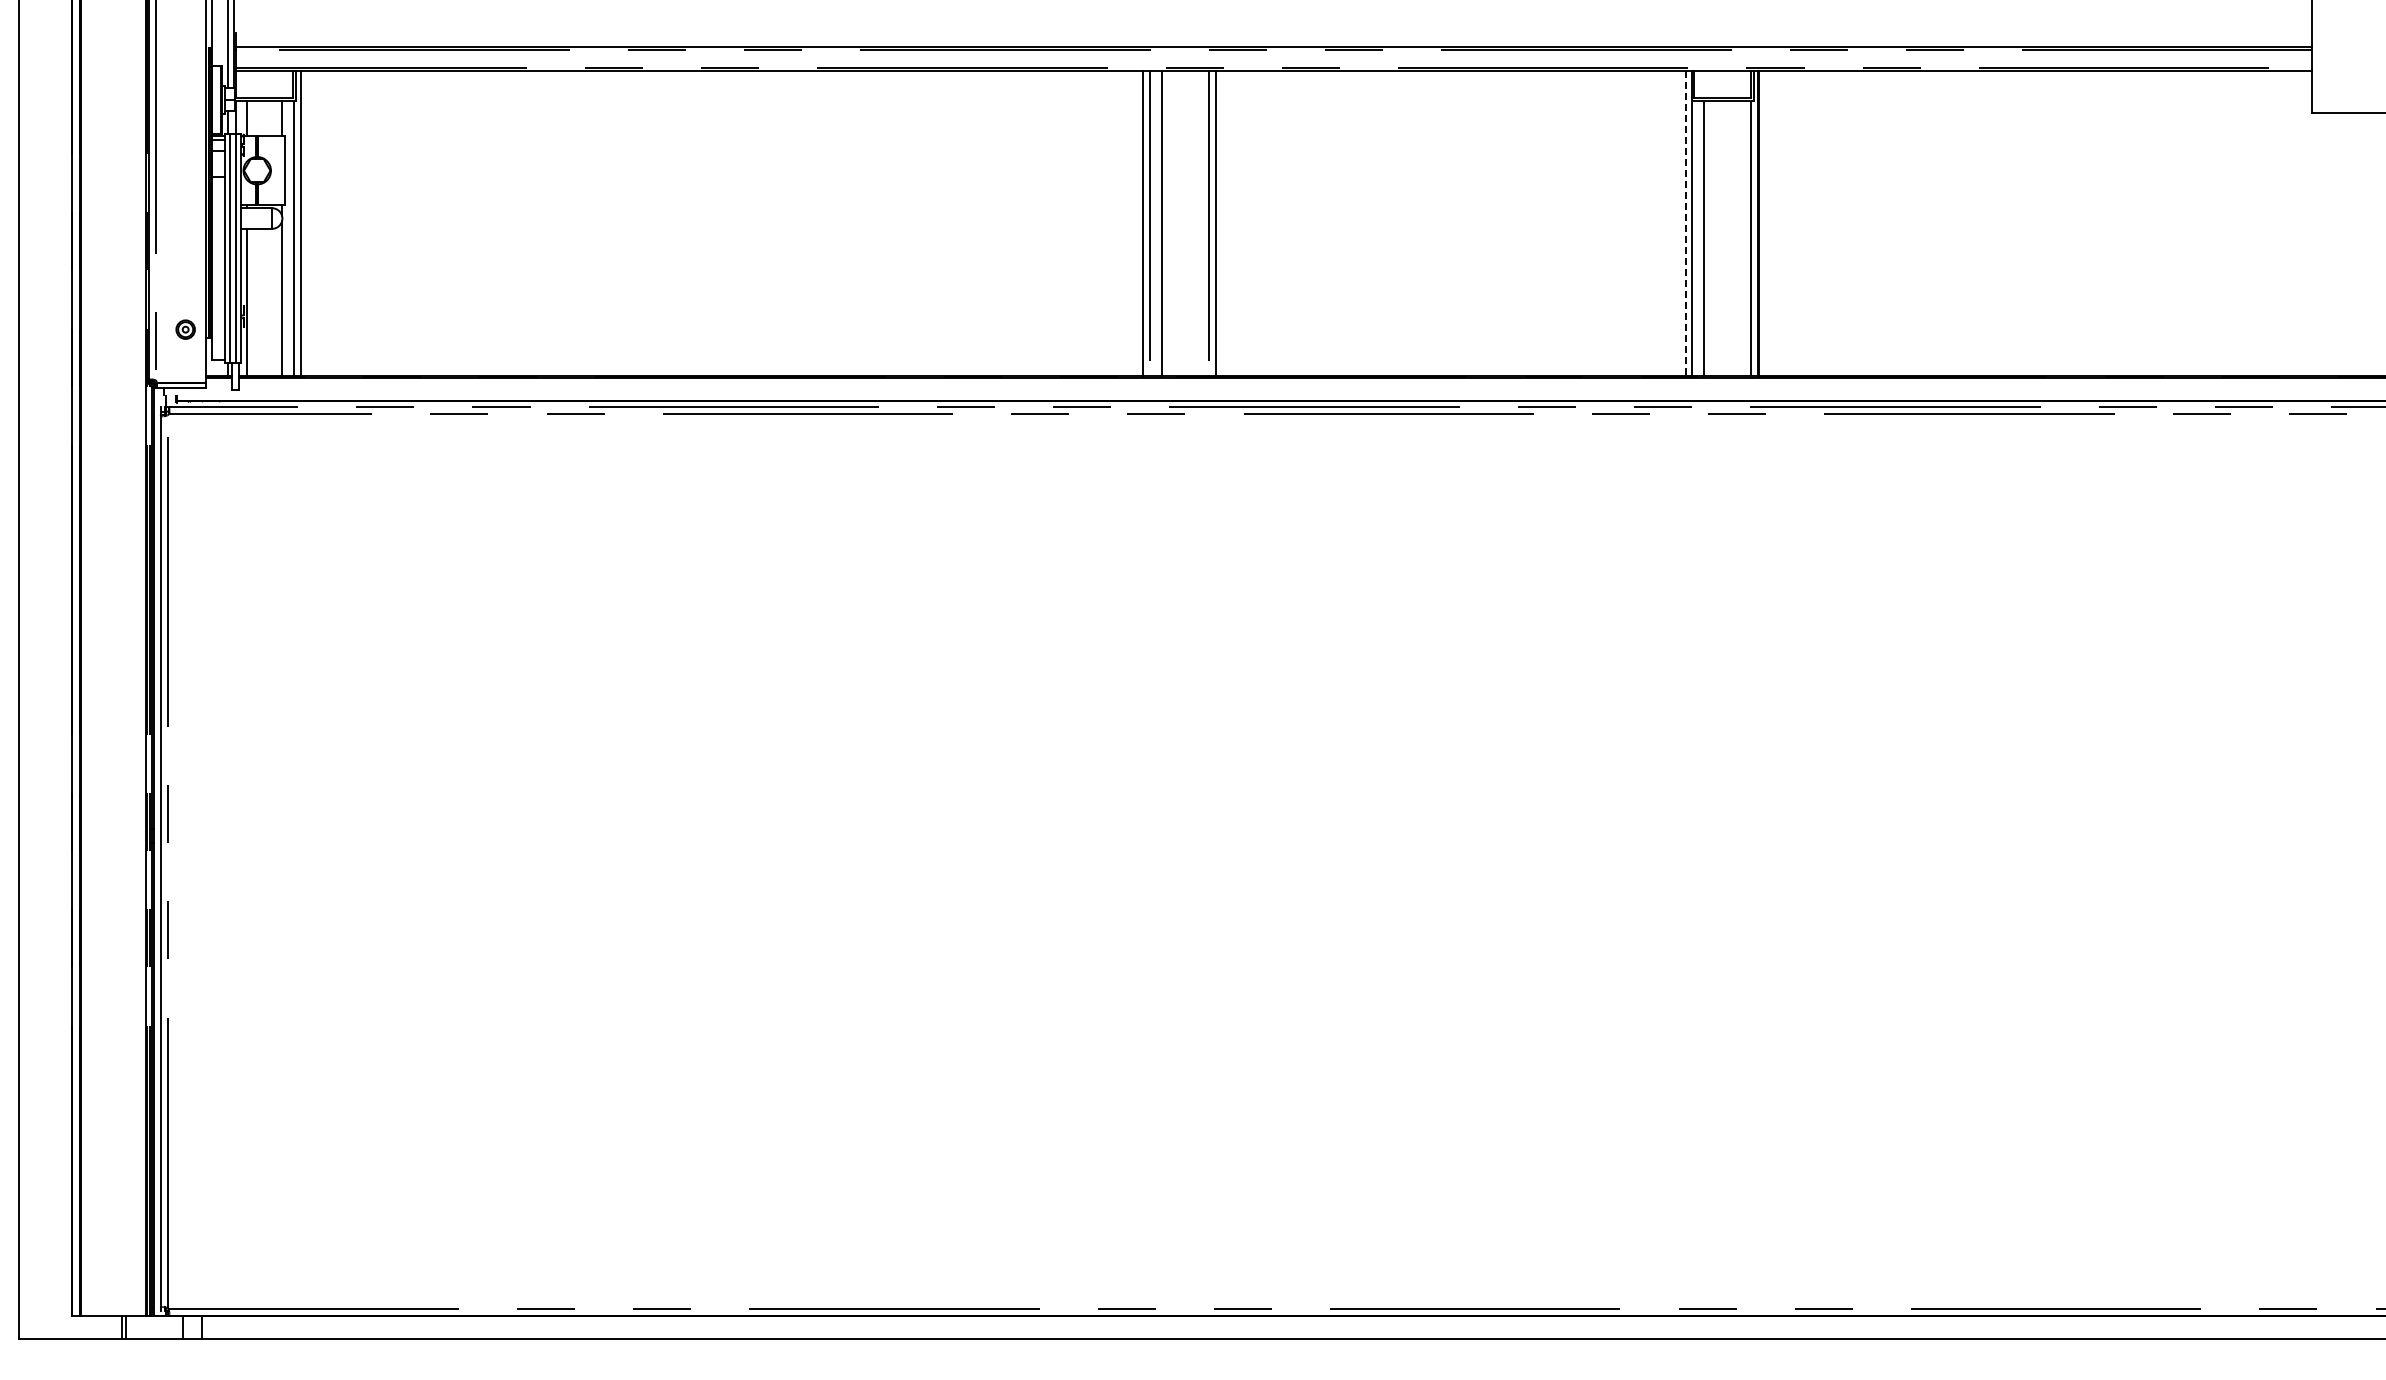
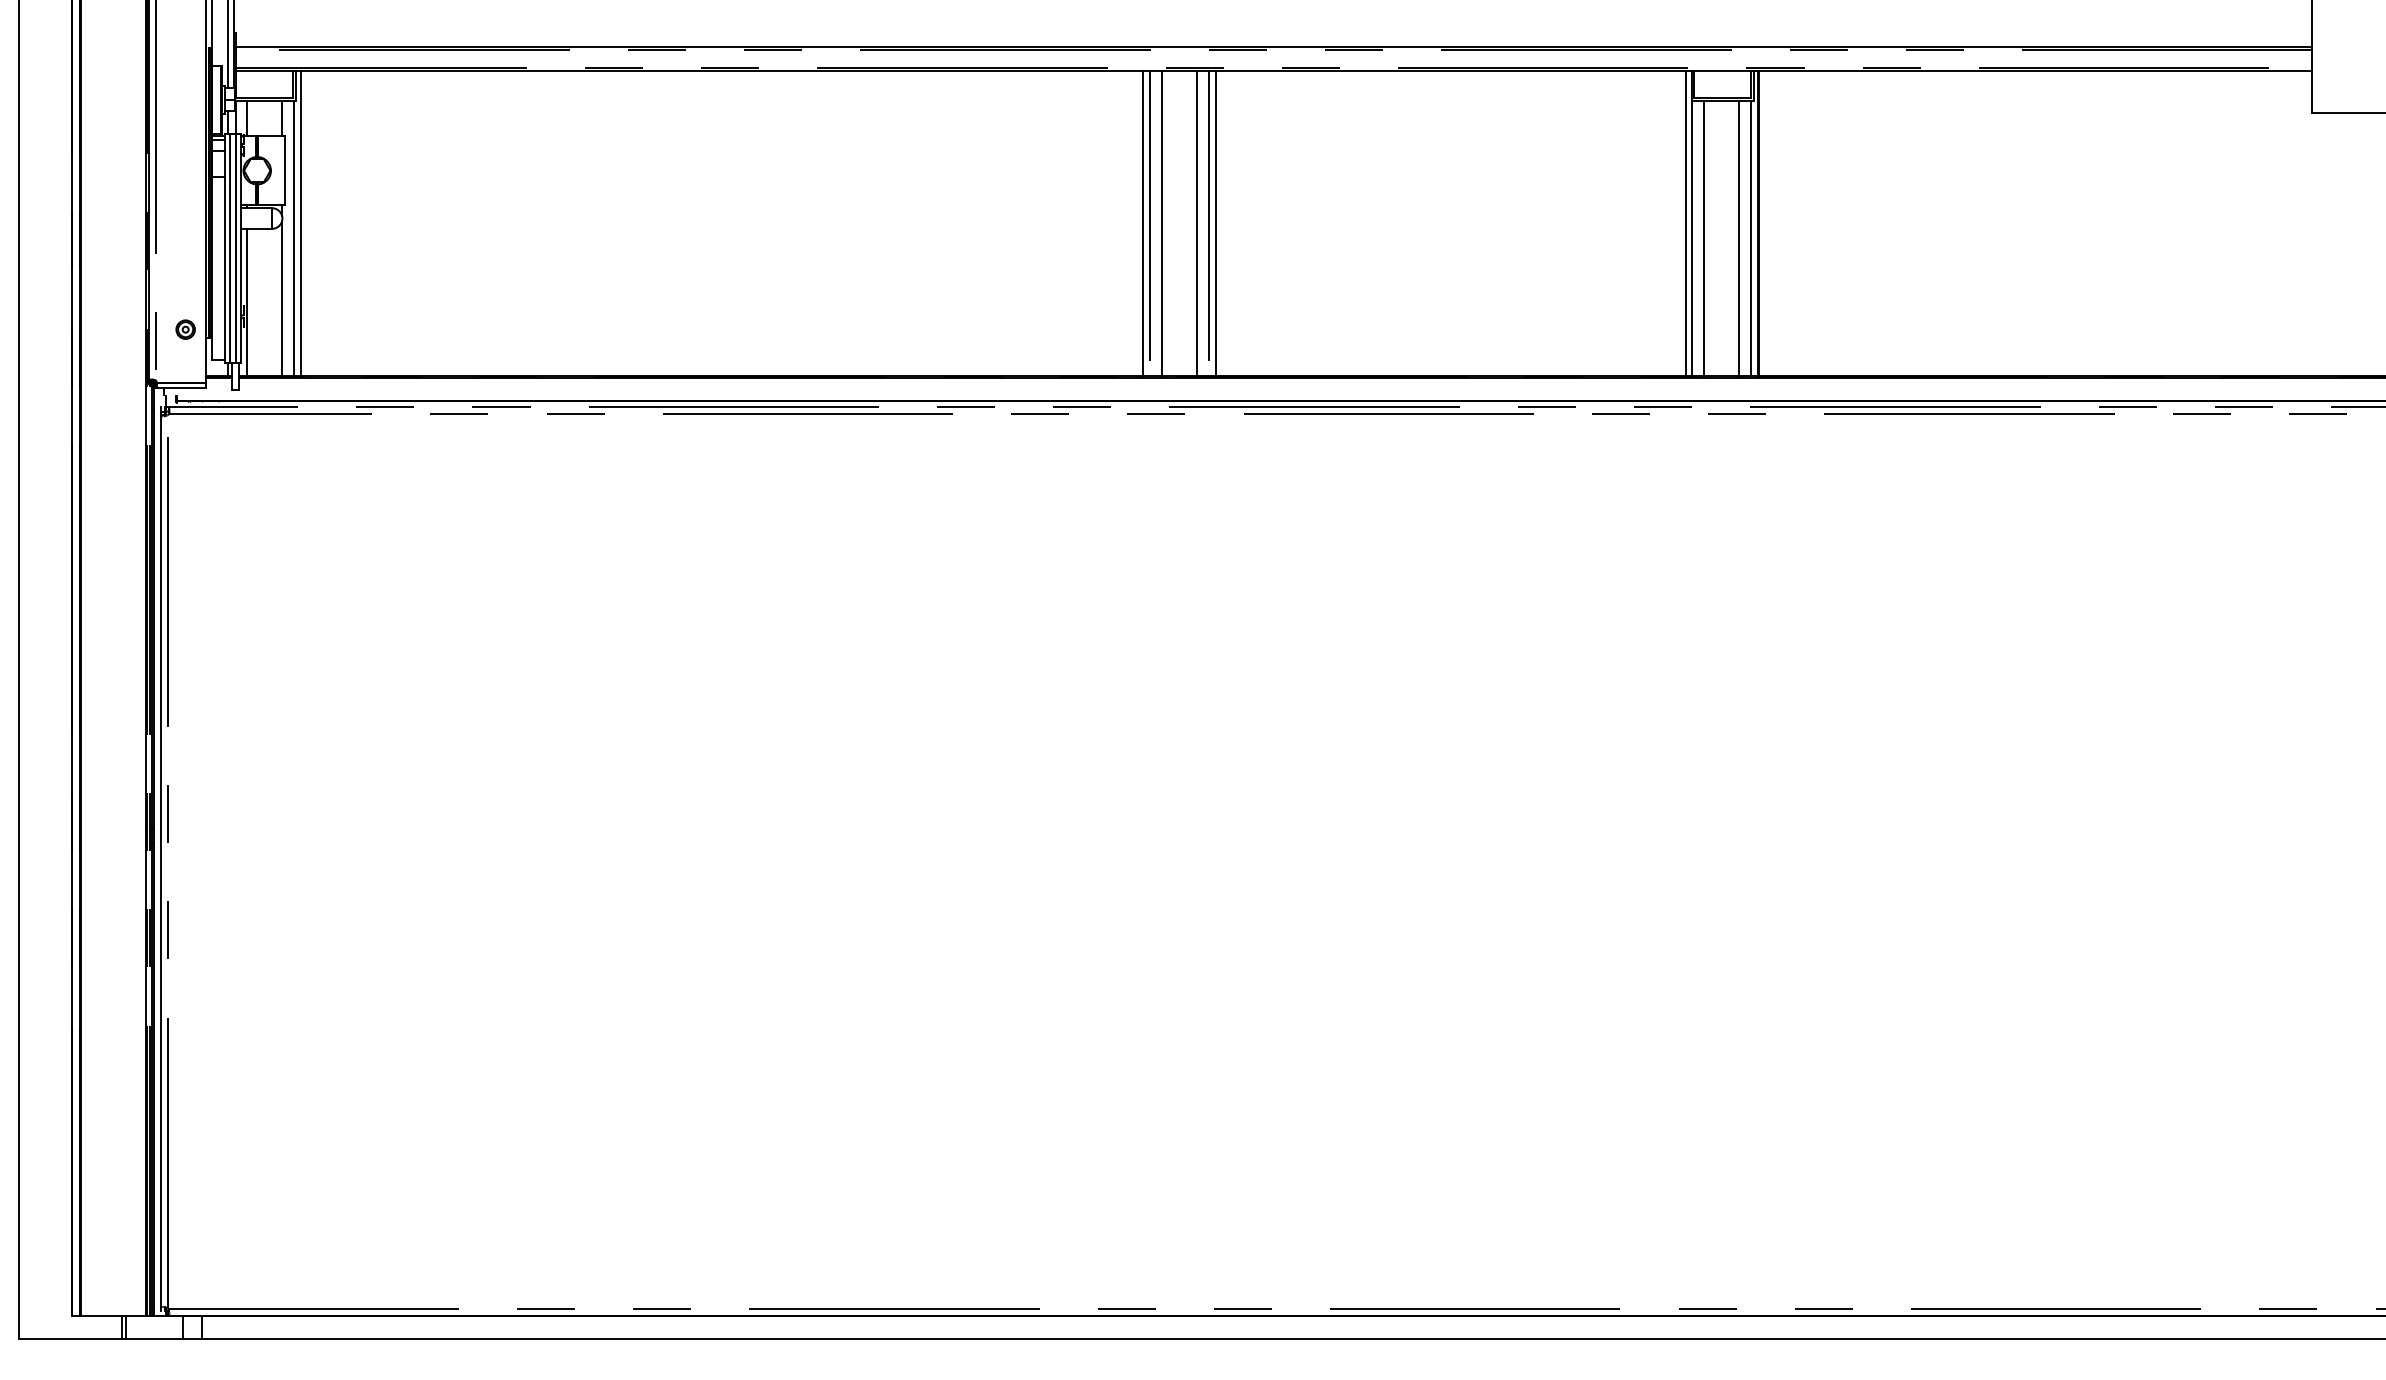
line at (1196, 222): none -> present
line at (1686, 223): dashed -> solid
line at (1738, 237): none -> present
